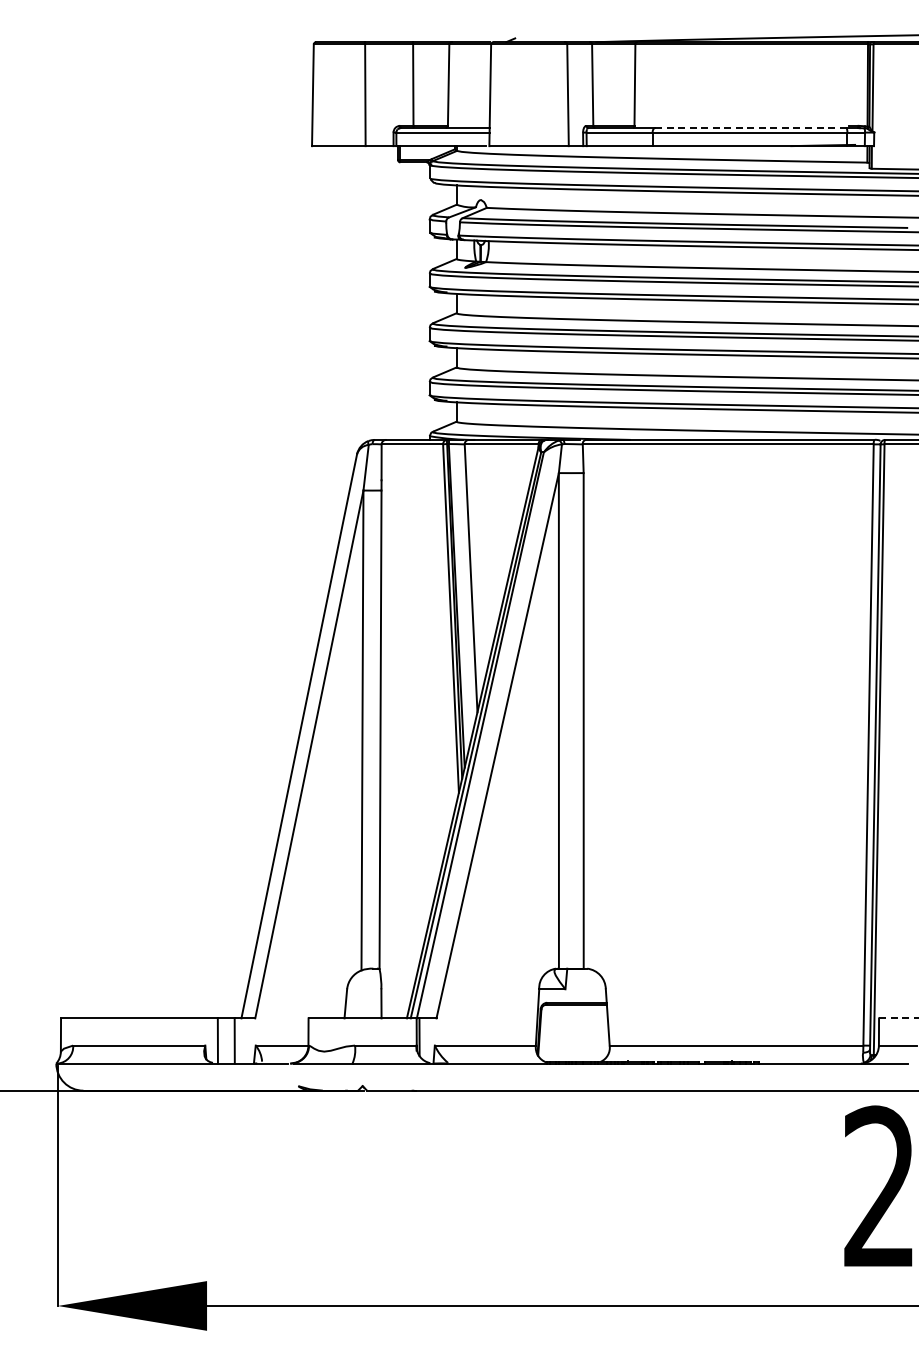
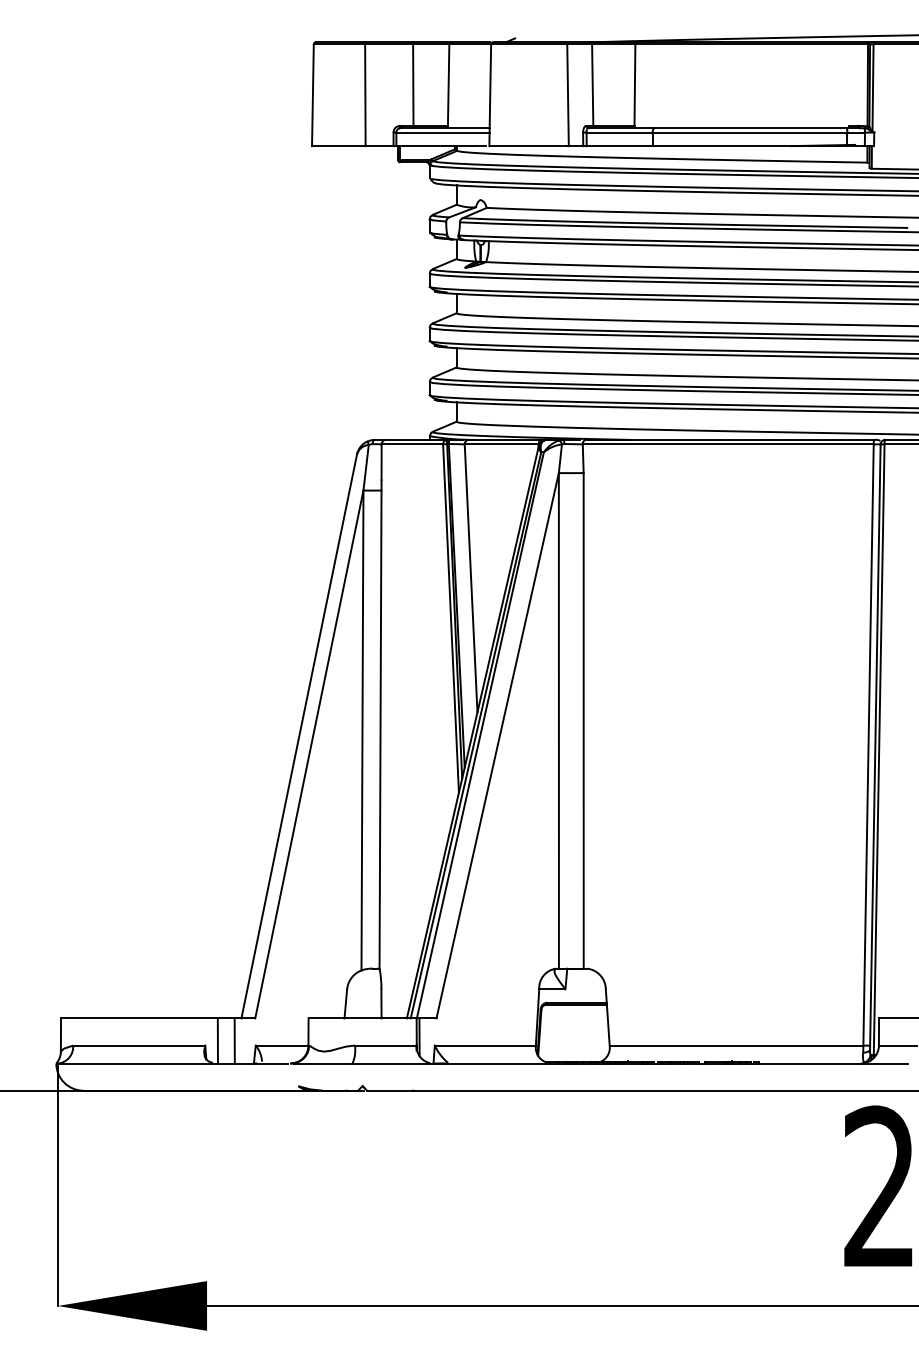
line at (750, 128): dashed -> solid
line at (898, 1018): dashed -> solid
